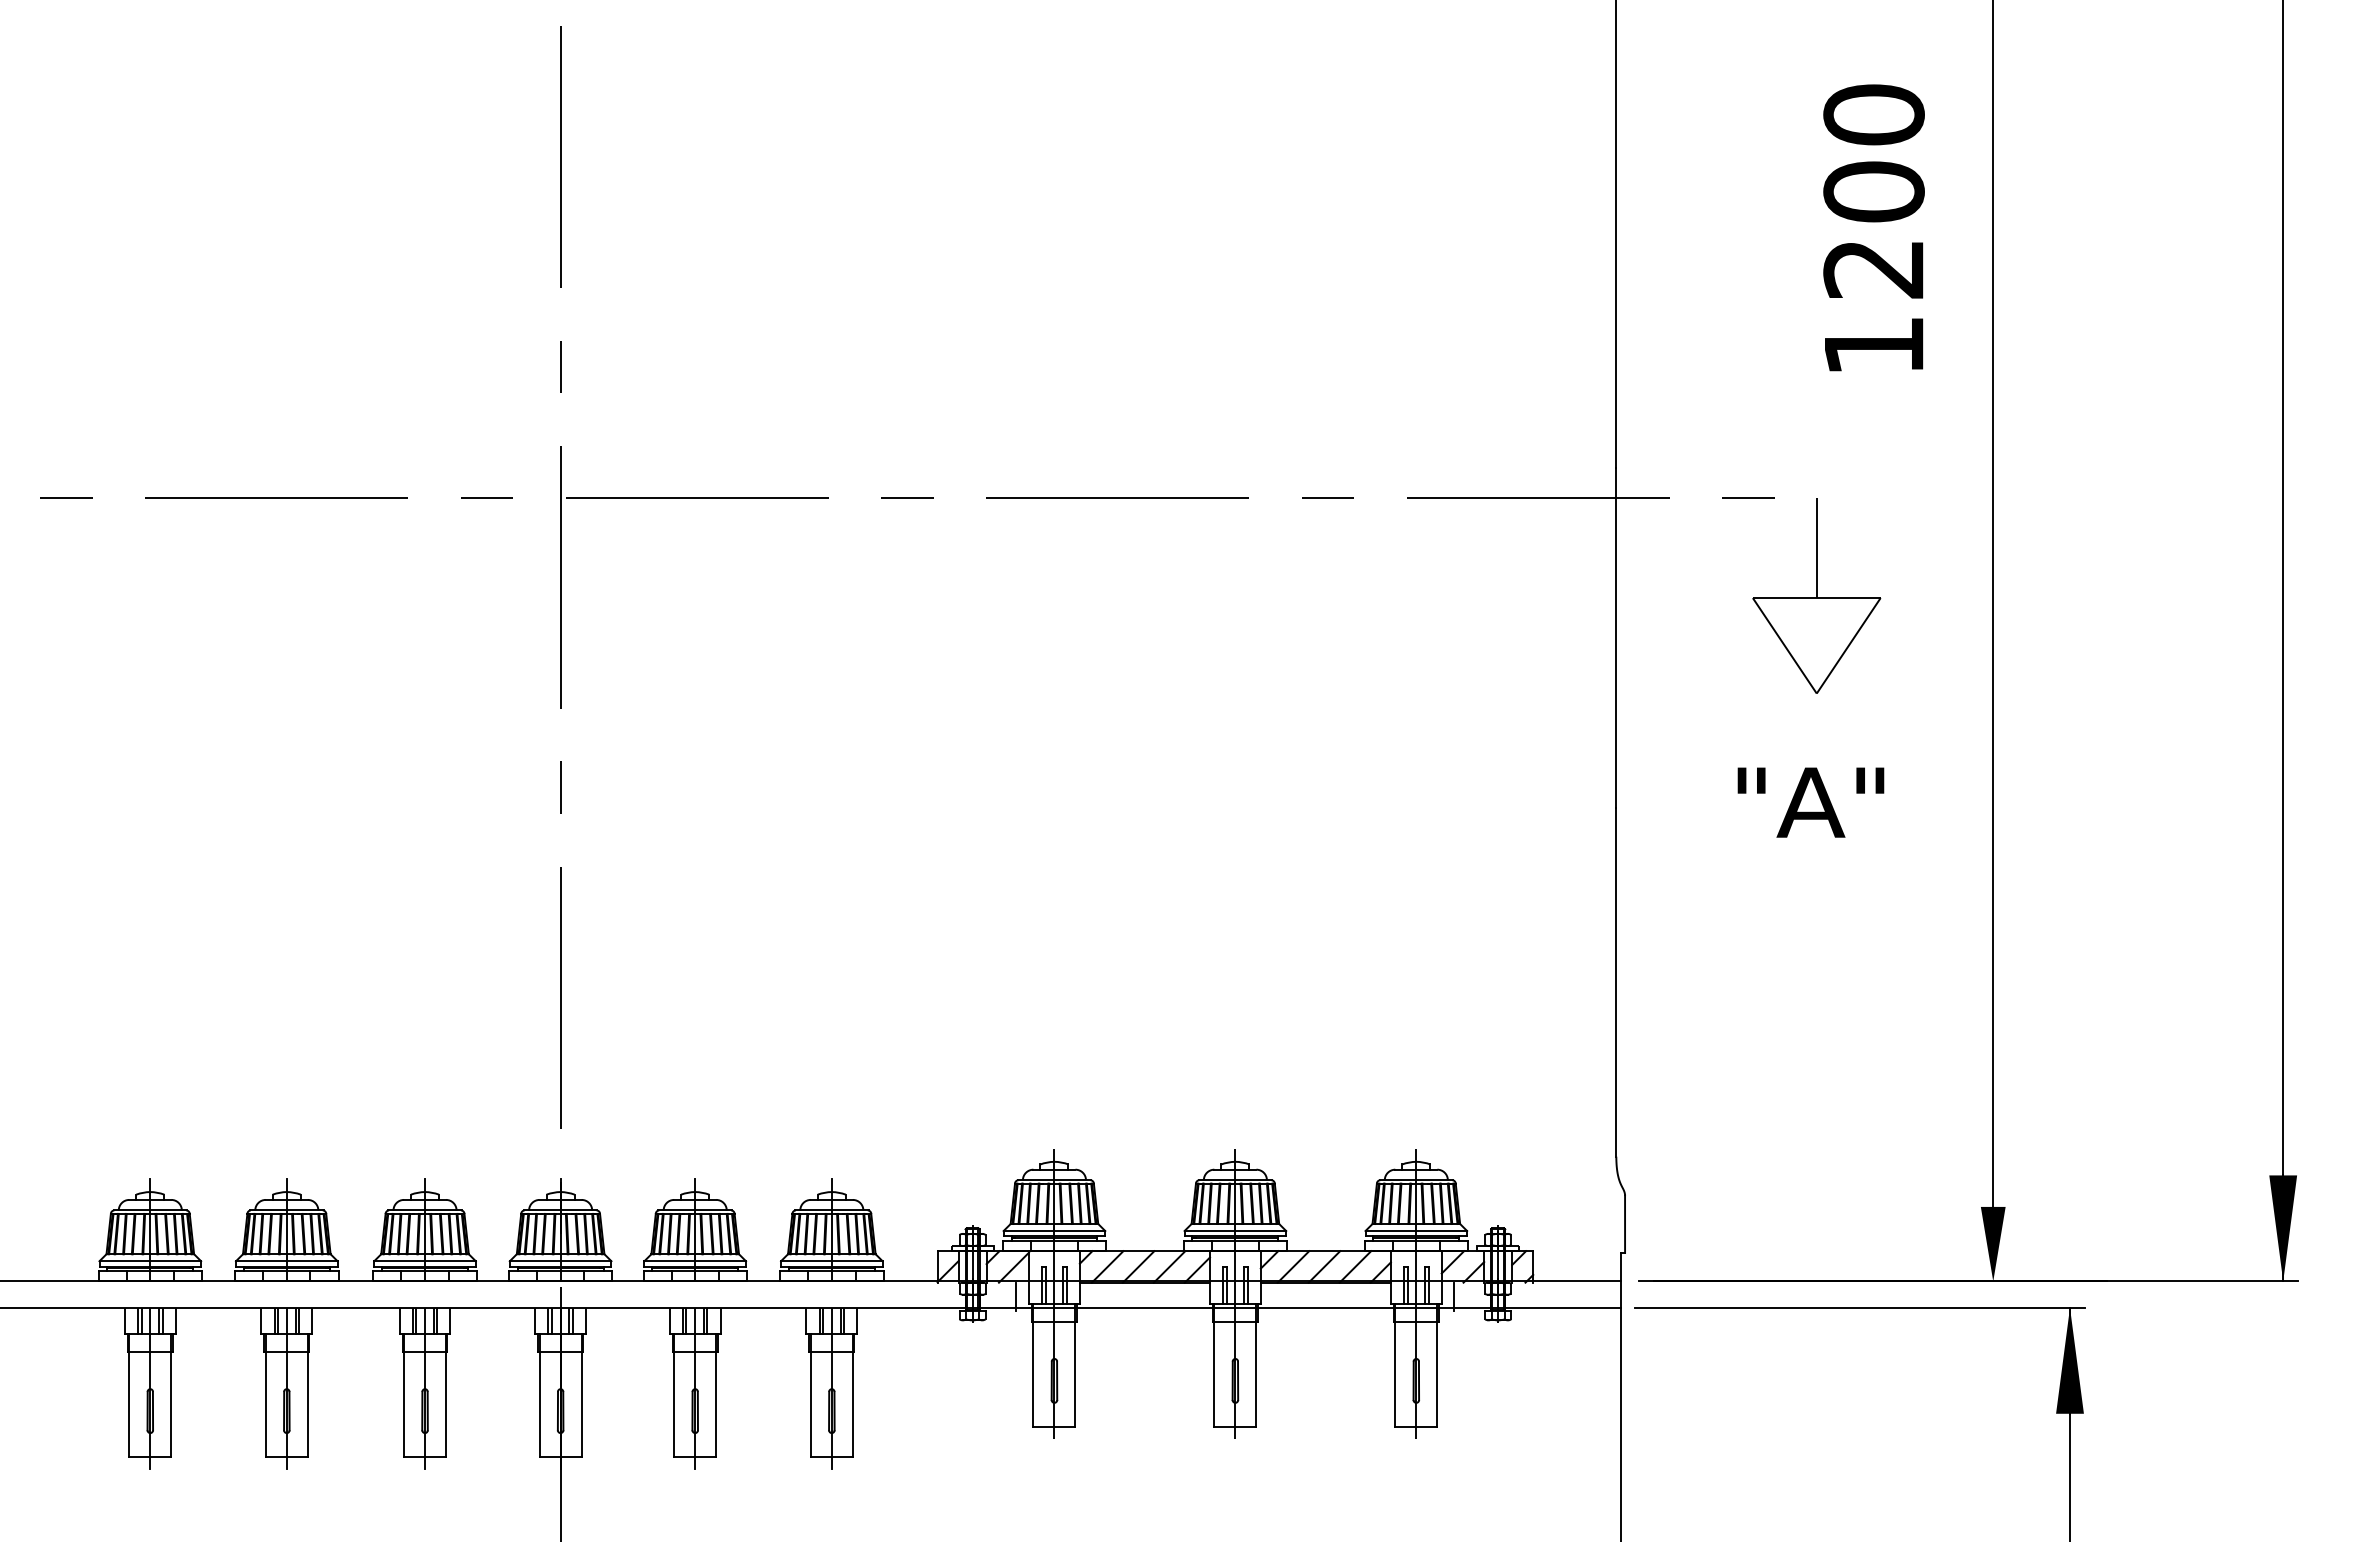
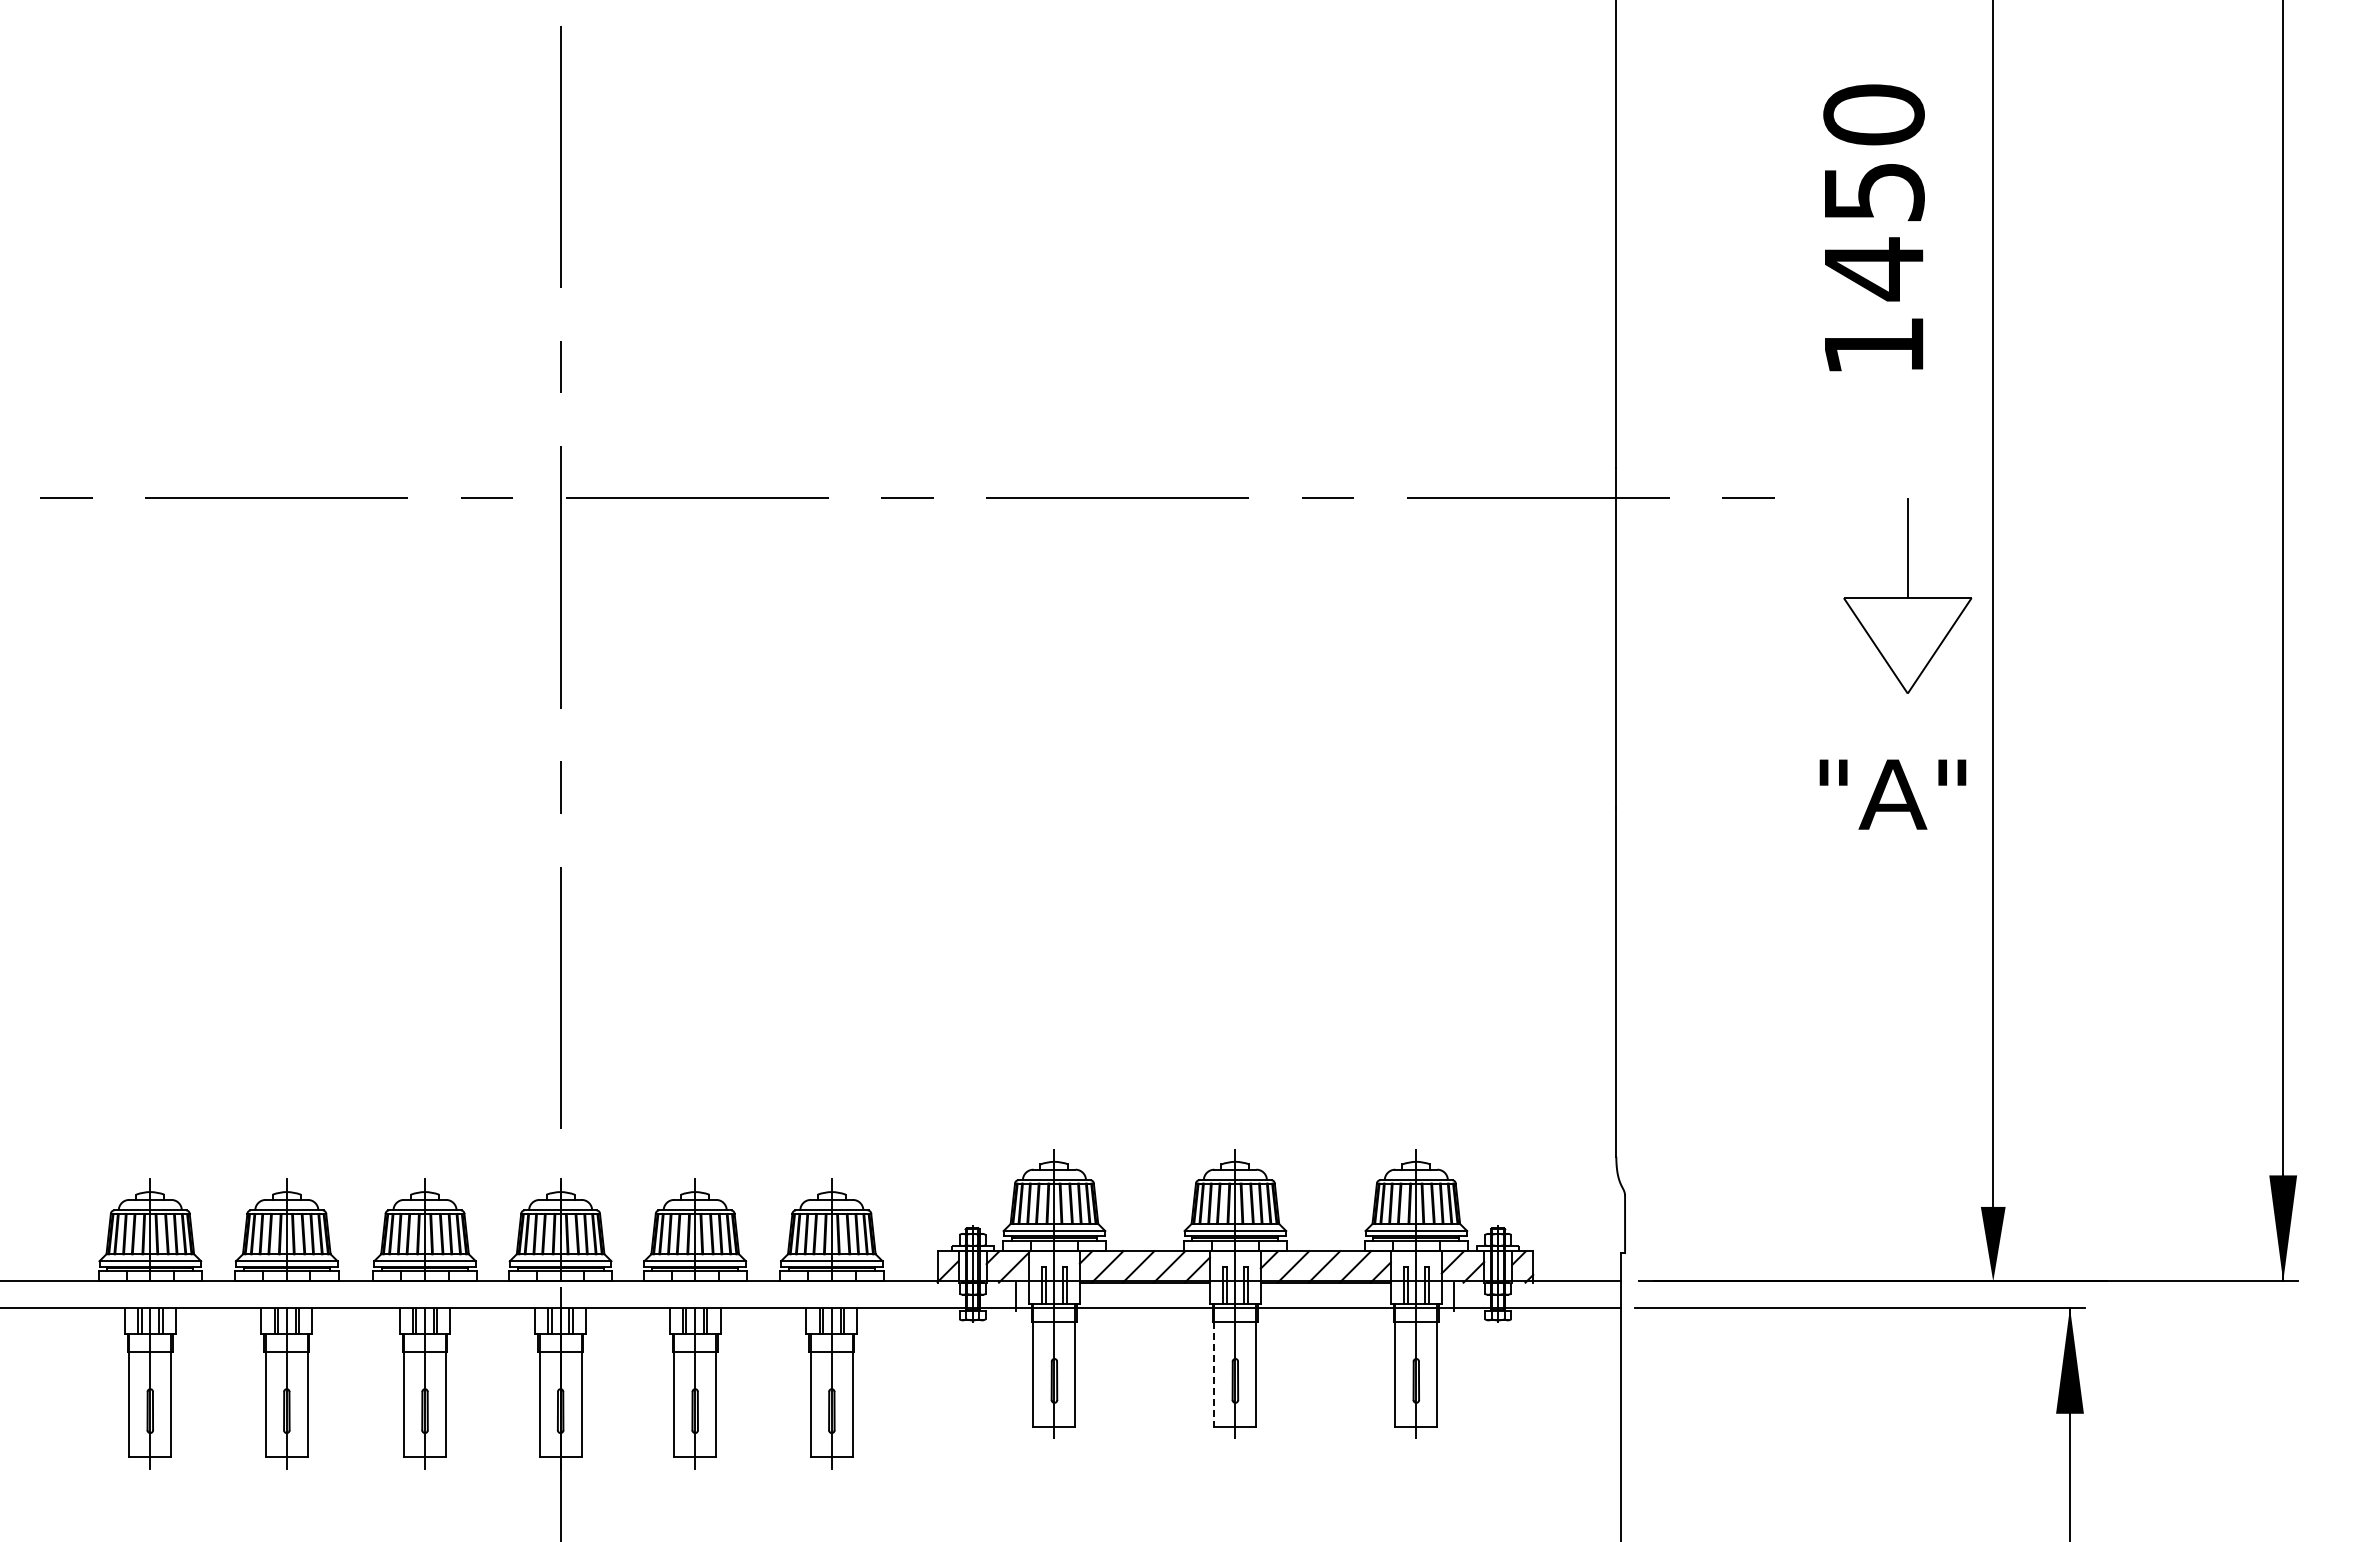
text at (1873, 231): 1200 -> 1450
part at (1816, 595) position: (1816, 595) -> (1907, 595)
text at (1810, 802) position: (1810, 802) -> (1892, 794)
line at (1214, 1374): solid -> dashed
